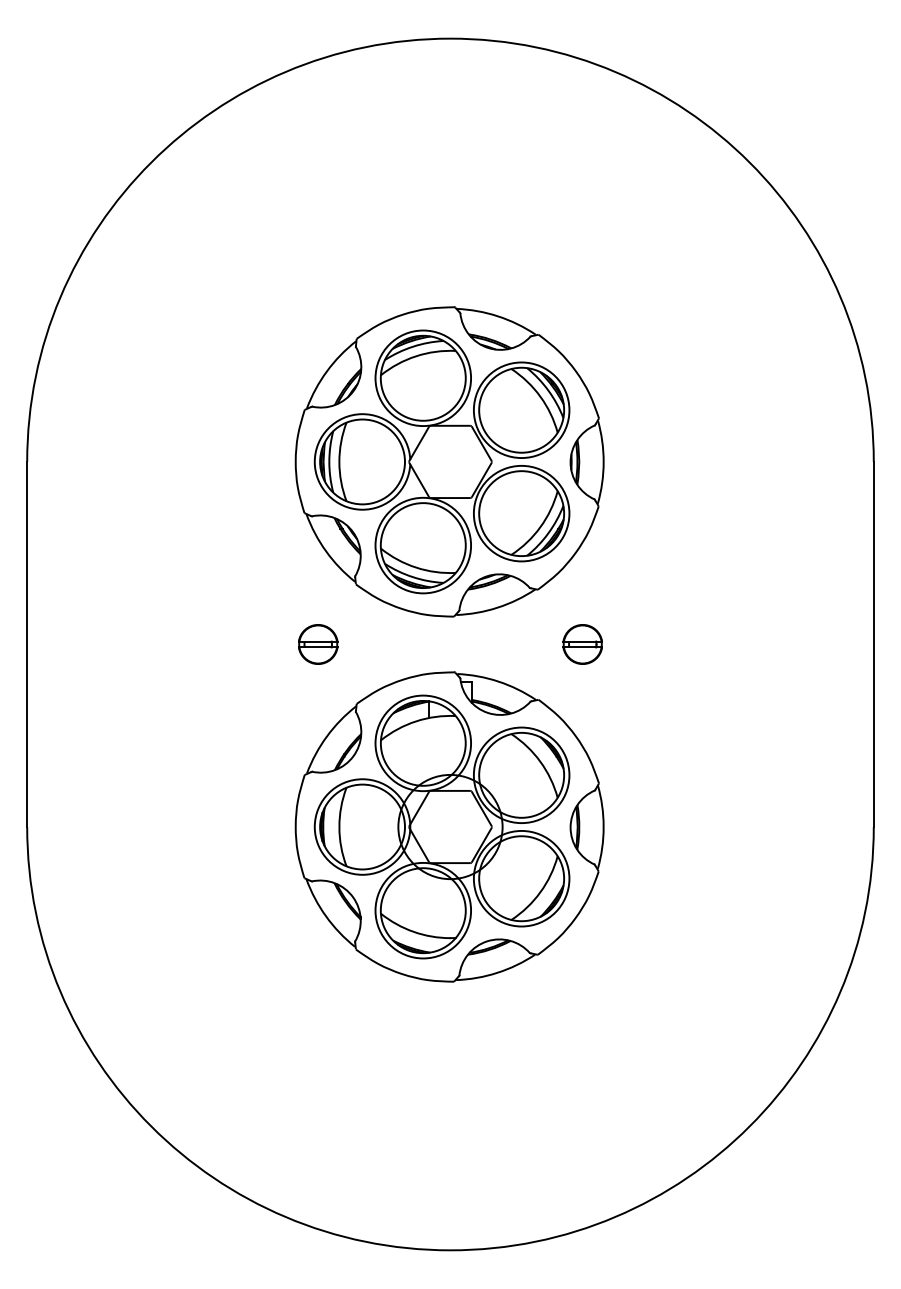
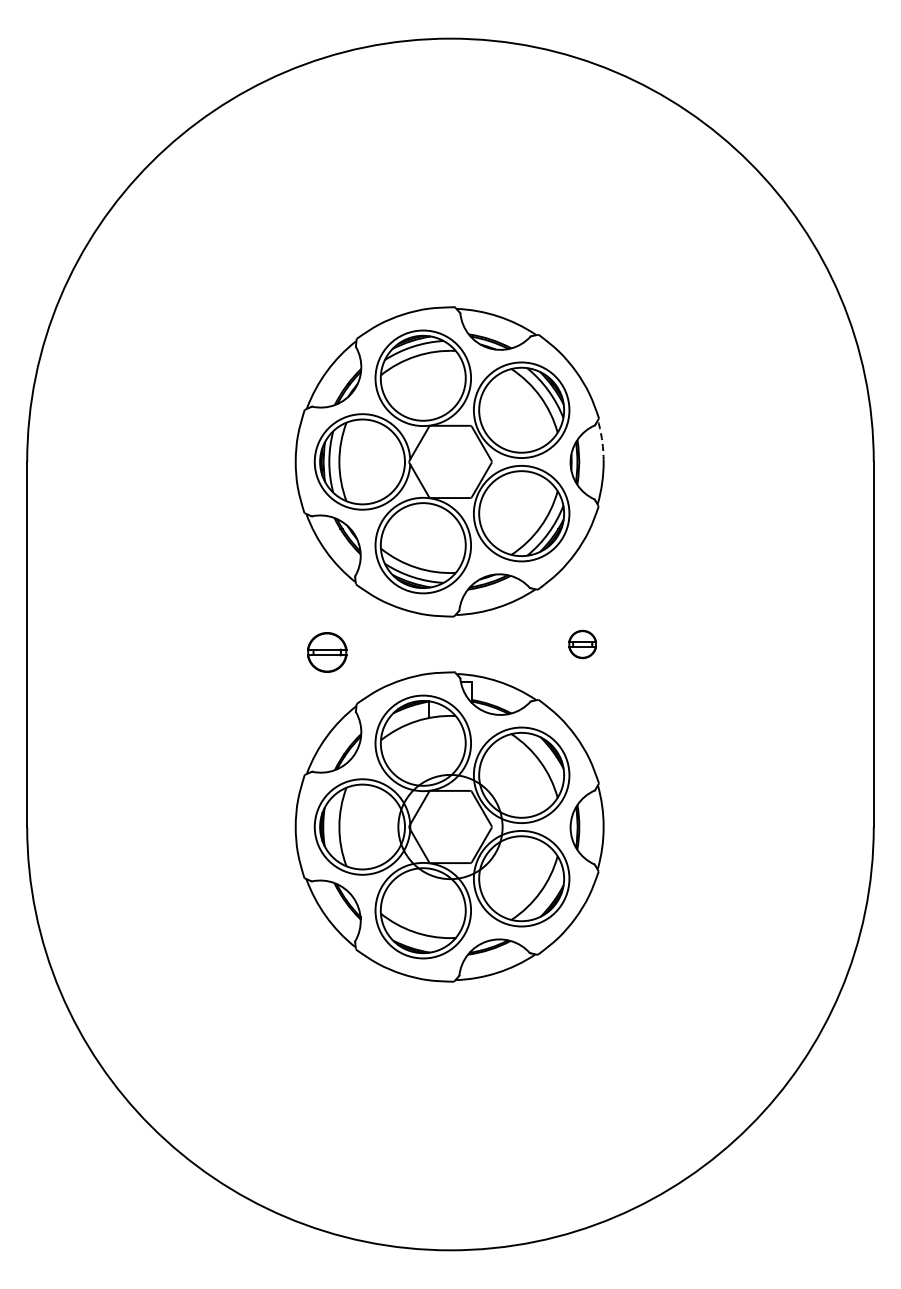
arc at (602, 441): solid -> dashed
part at (318, 644) position: (318, 644) -> (327, 652)
part at (582, 644) size: 41x41 px -> 29x31 px
